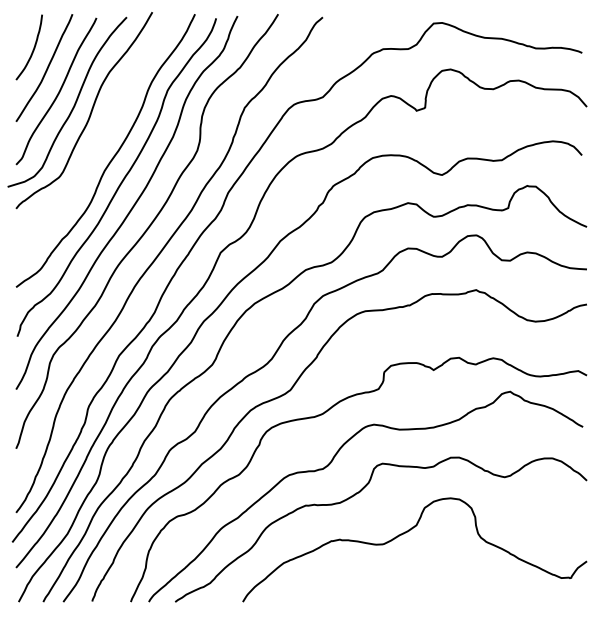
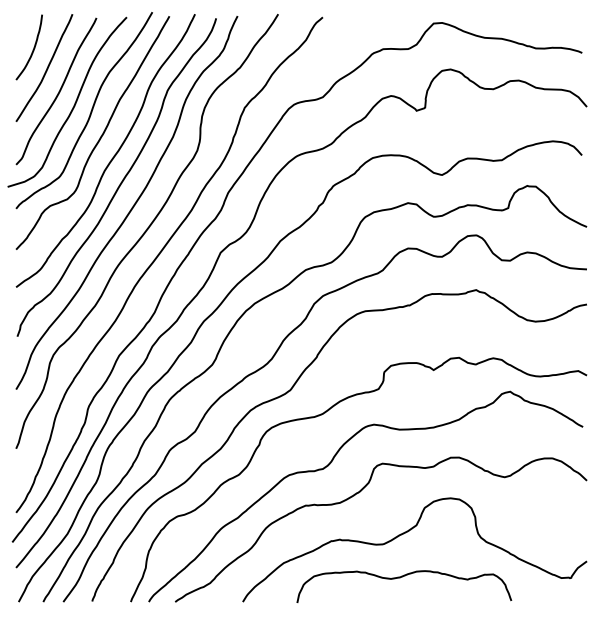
curve at (99, 137): none -> present
curve at (400, 578): none -> present
